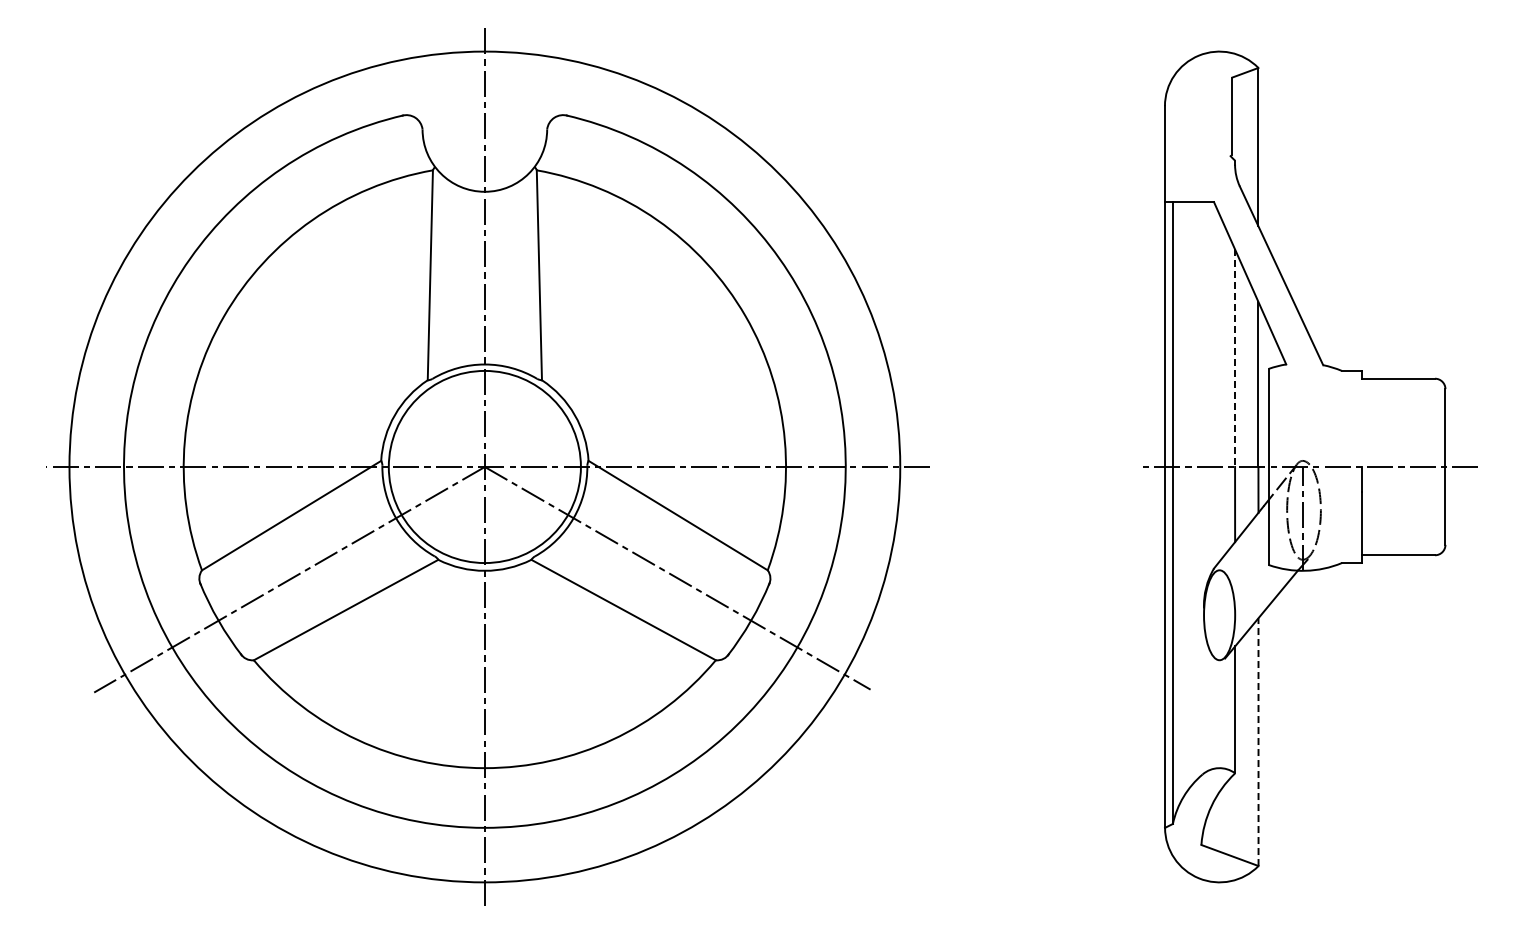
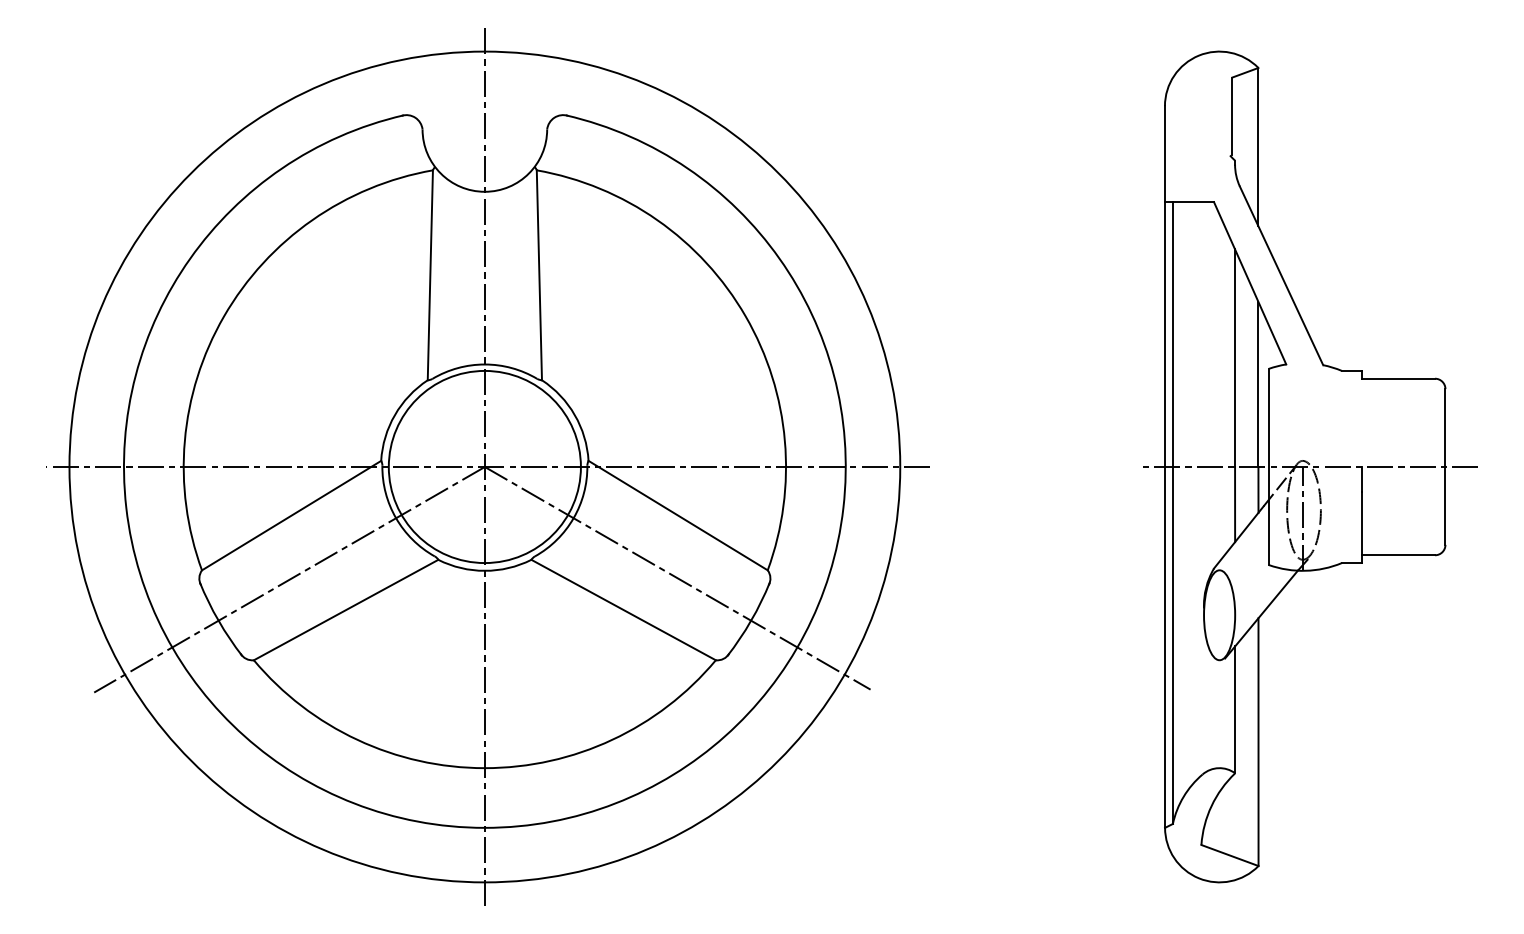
line at (1235, 358): dashed -> solid
line at (1258, 742): dashed -> solid
